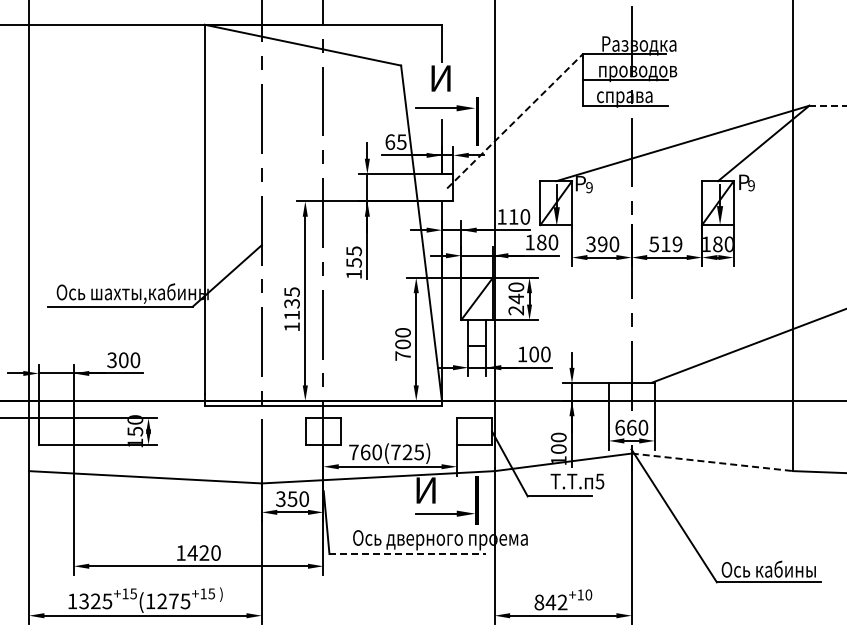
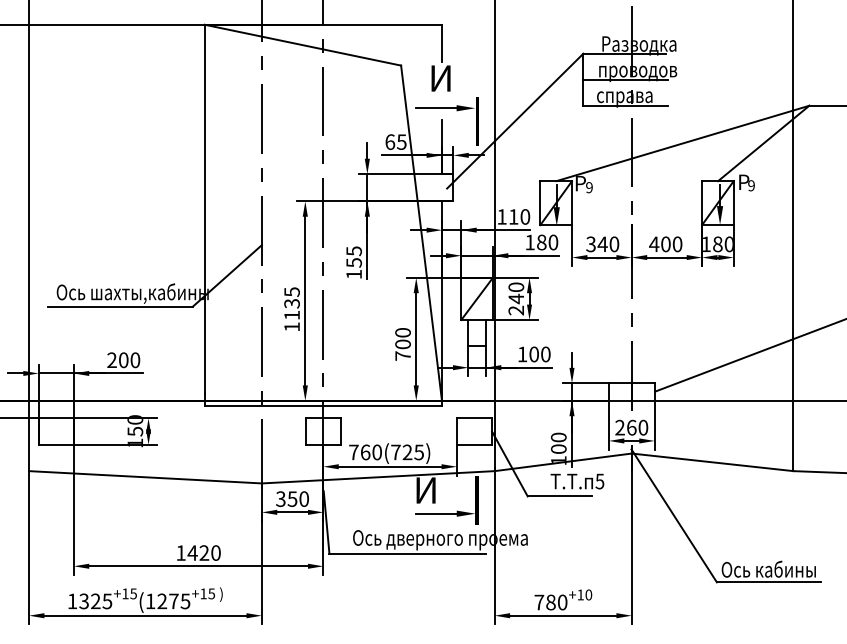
line at (828, 105): dashed -> solid
line at (515, 121): dashed -> solid
text at (602, 244): 390 -> 340
text at (665, 244): 519 -> 400
line at (747, 346) position: (747, 346) -> (749, 355)
text at (111, 360): 300 -> 200
text at (619, 427): 660 -> 260
line at (713, 462): dashed -> solid
line at (408, 553): dashed -> solid
text at (550, 602): 842 -> 780
